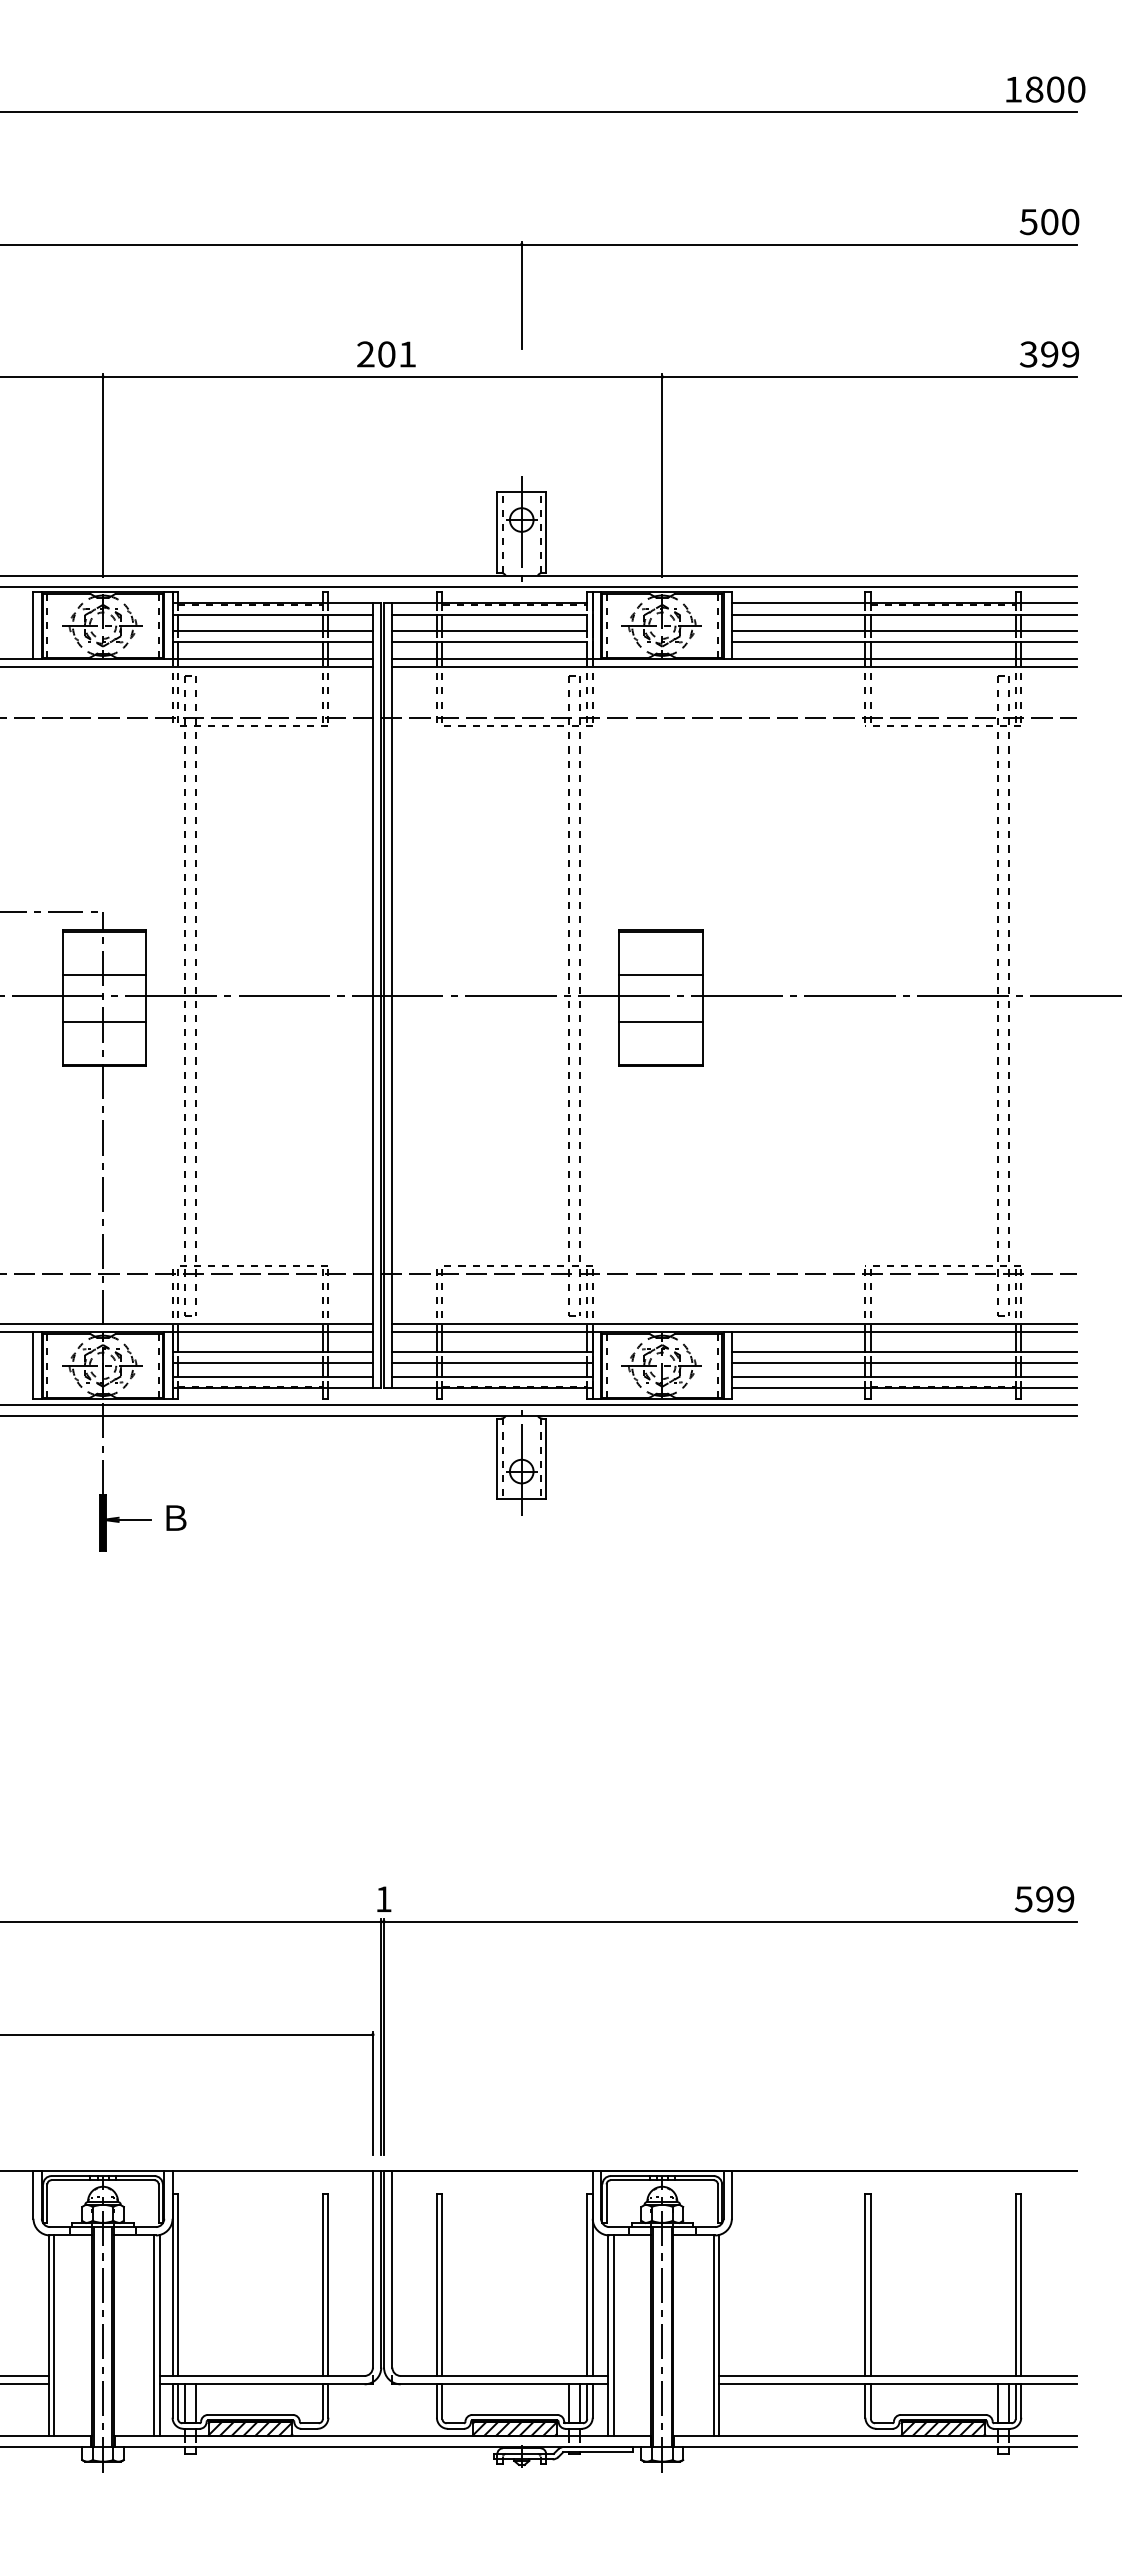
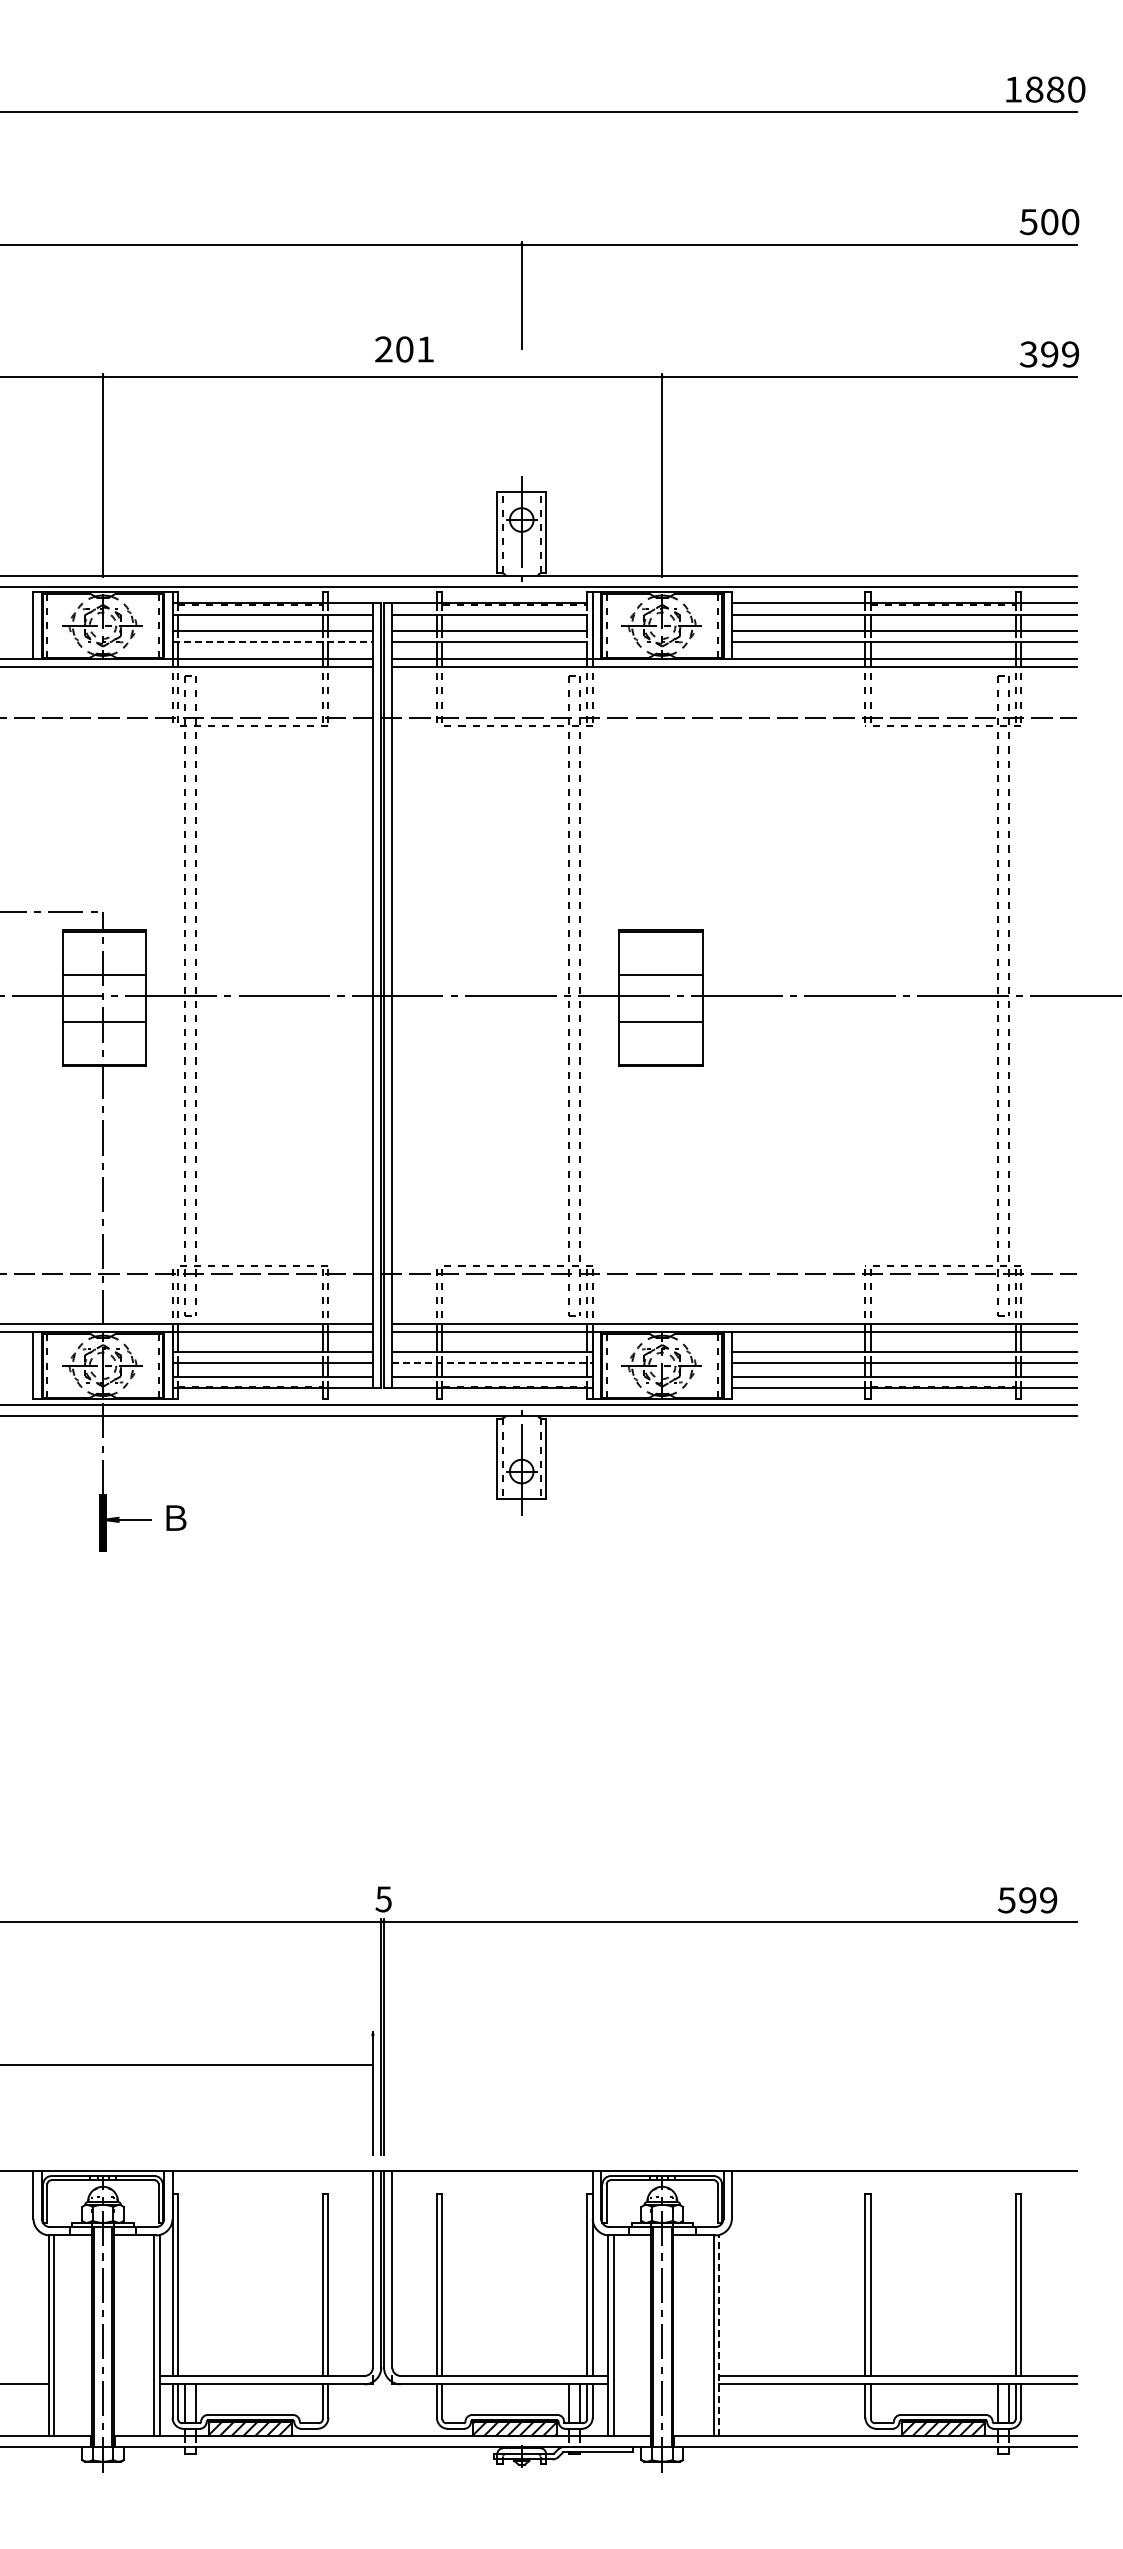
text at (1055, 89): 1800 -> 1880
text at (386, 354) position: (386, 354) -> (404, 349)
line at (273, 642): solid -> dashed
line at (493, 1363): solid -> dashed
text at (383, 1899): 1 -> 5
text at (1044, 1899) position: (1044, 1899) -> (1027, 1900)
line at (187, 2034) position: (187, 2034) -> (187, 2064)
line at (719, 2335): solid -> dashed
line at (25, 2375): present -> none
